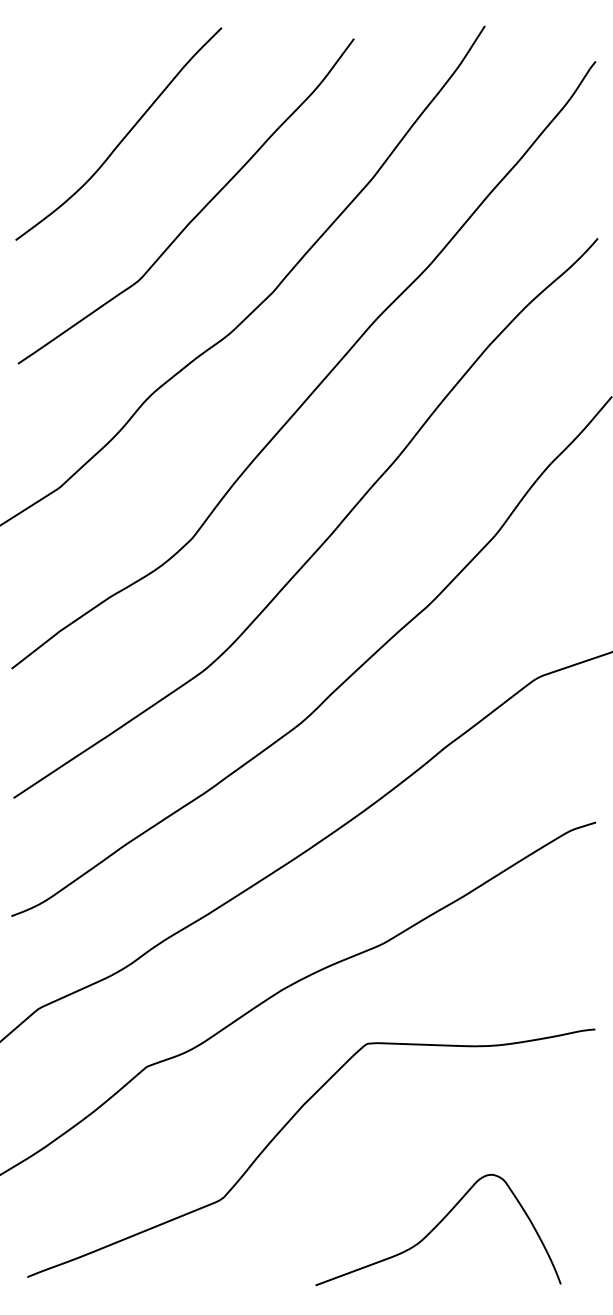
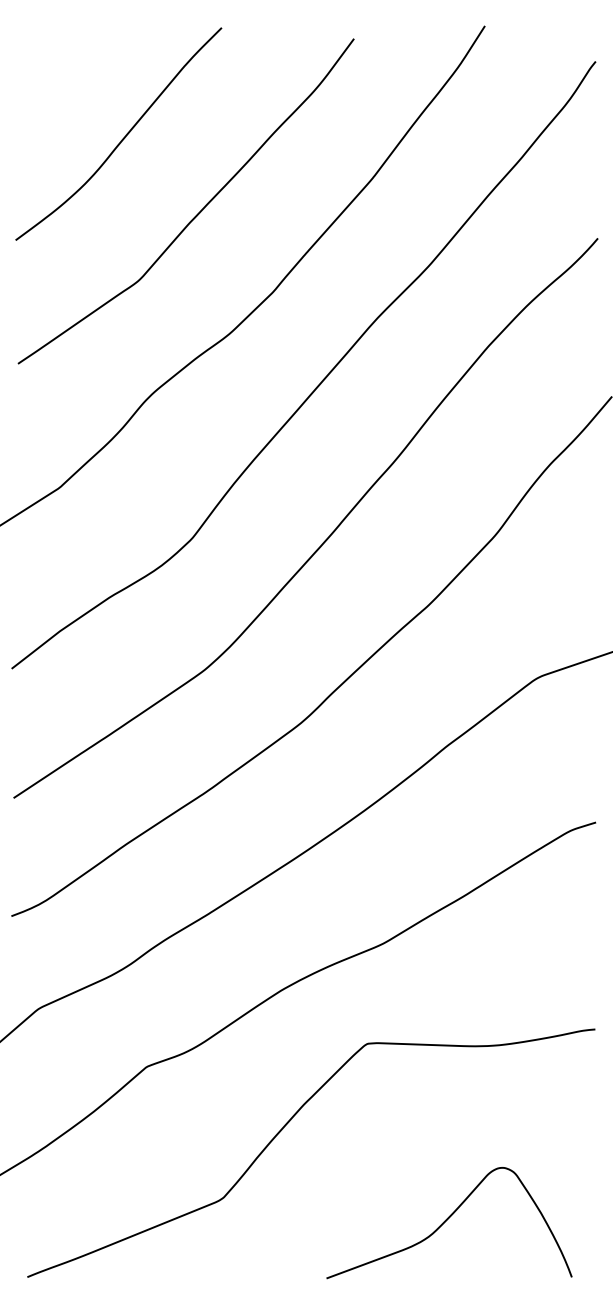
curve at (436, 1227) position: (436, 1227) -> (447, 1220)
